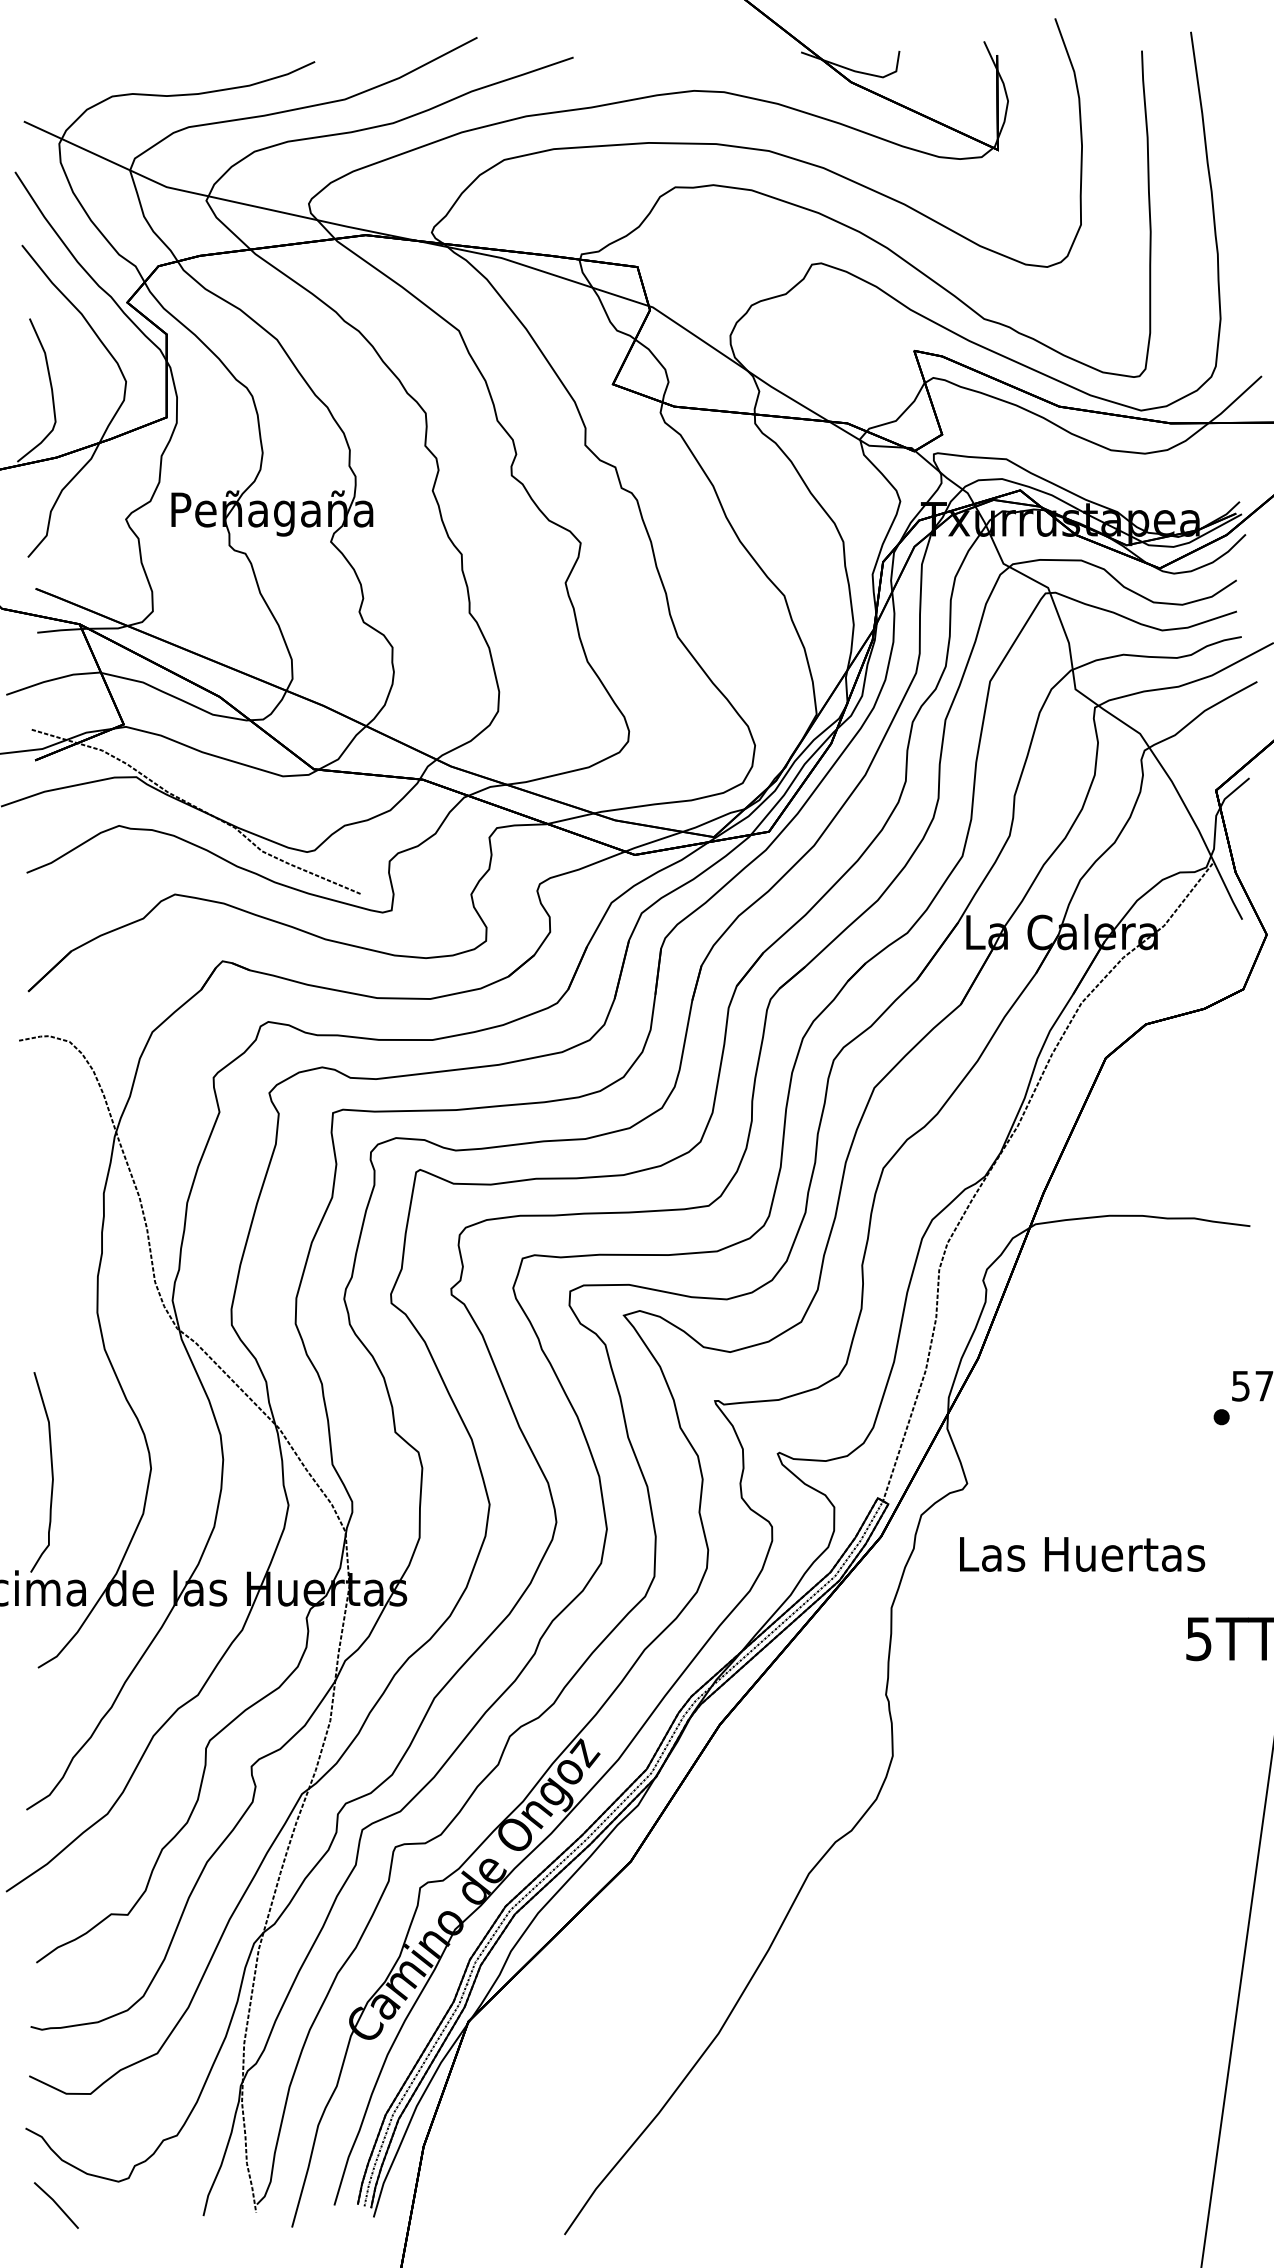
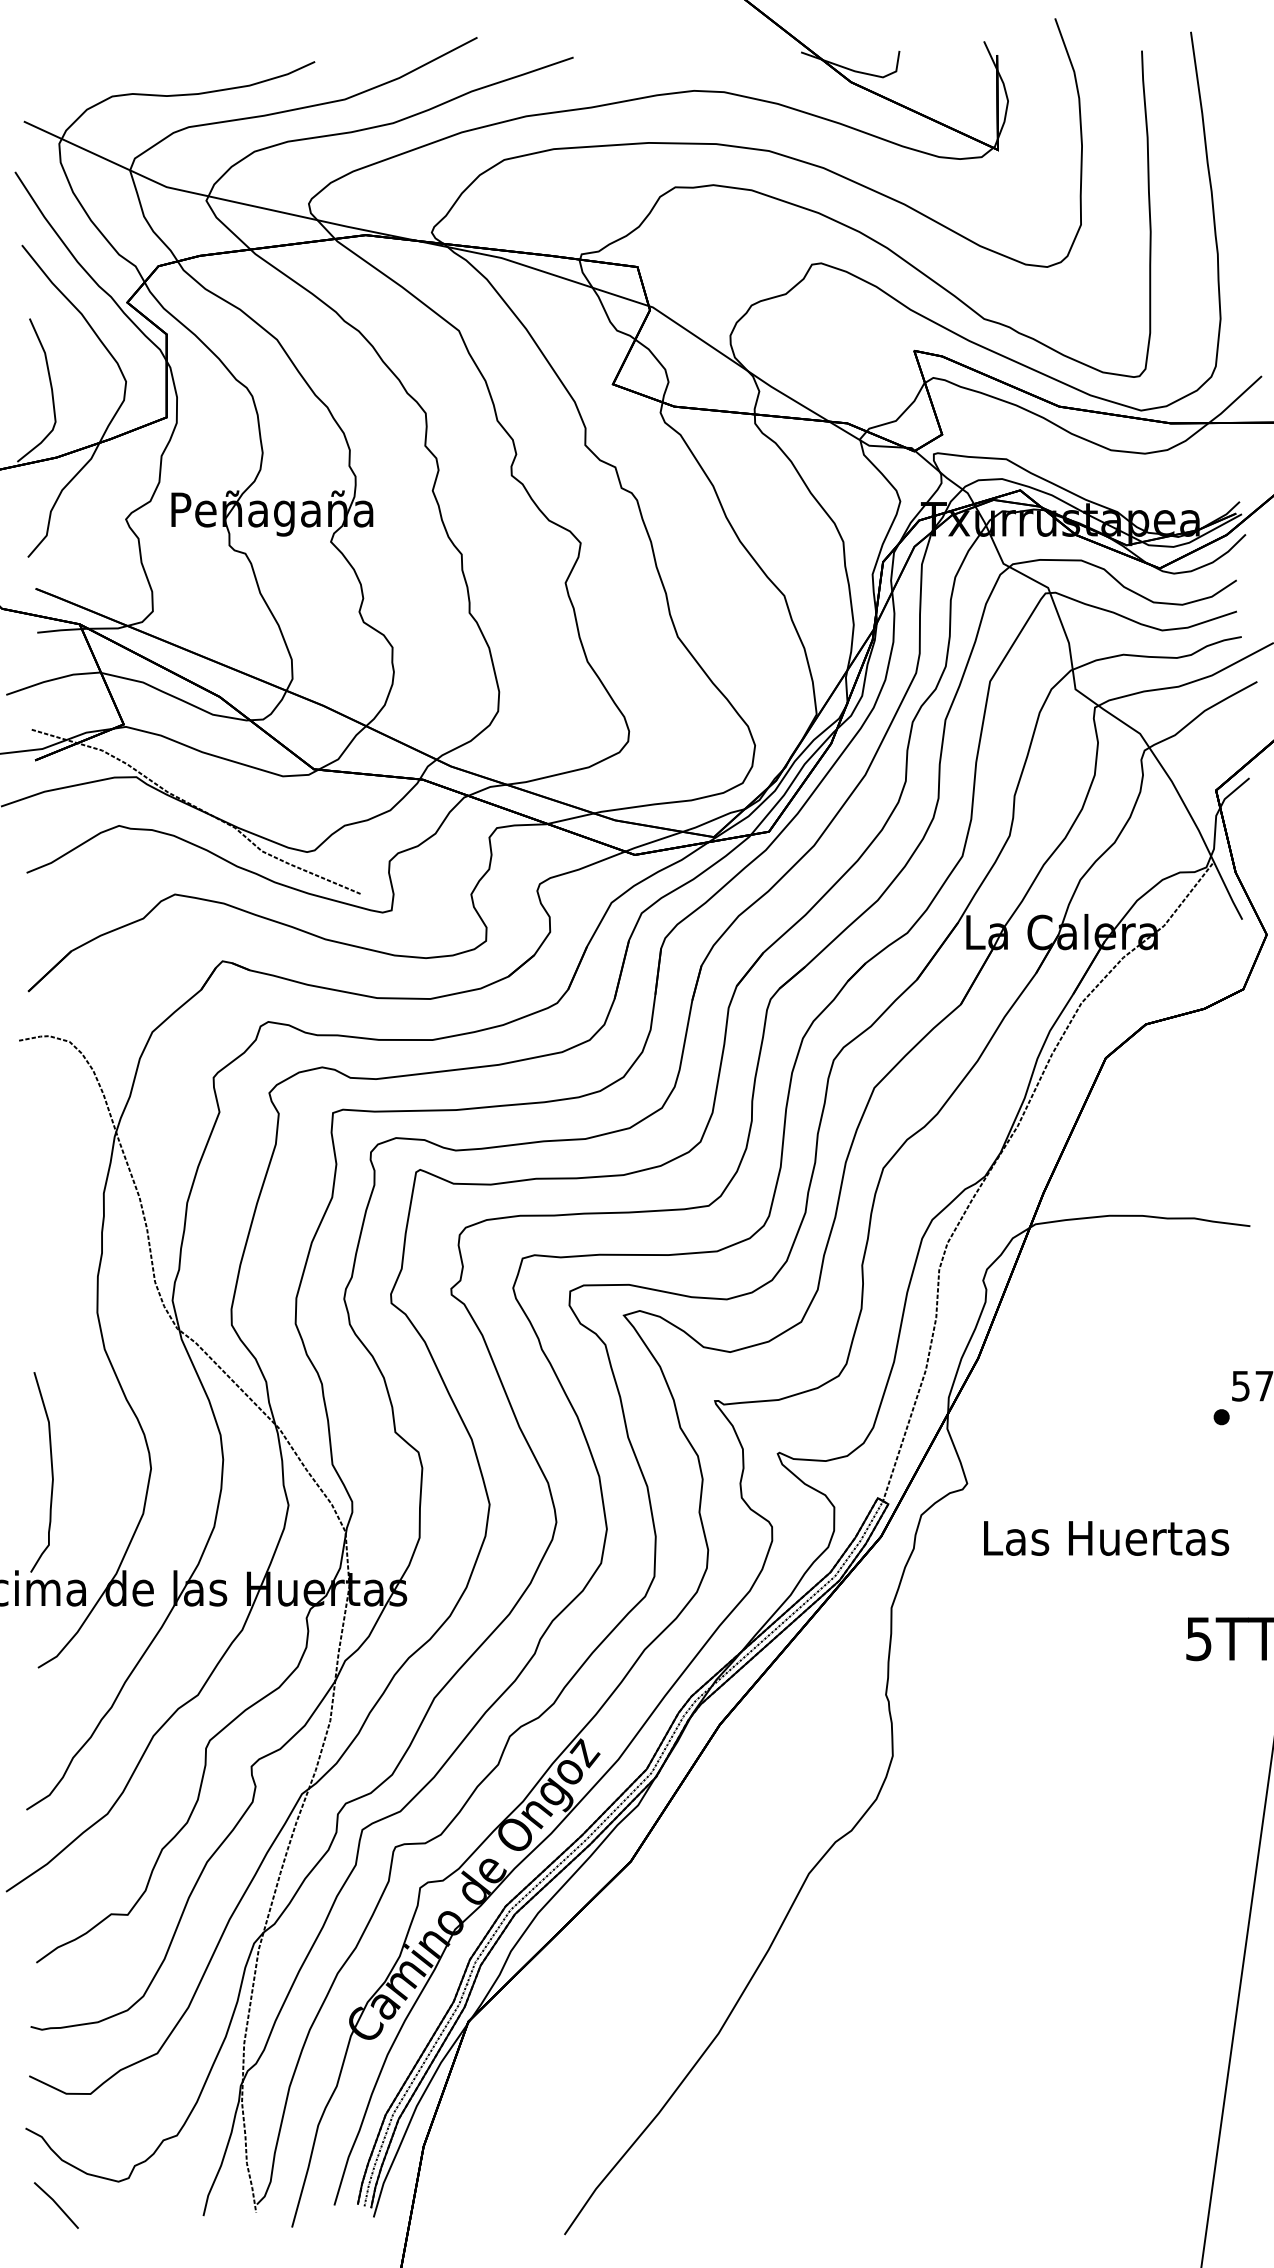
text at (1082, 1554) position: (1082, 1554) -> (1106, 1538)
